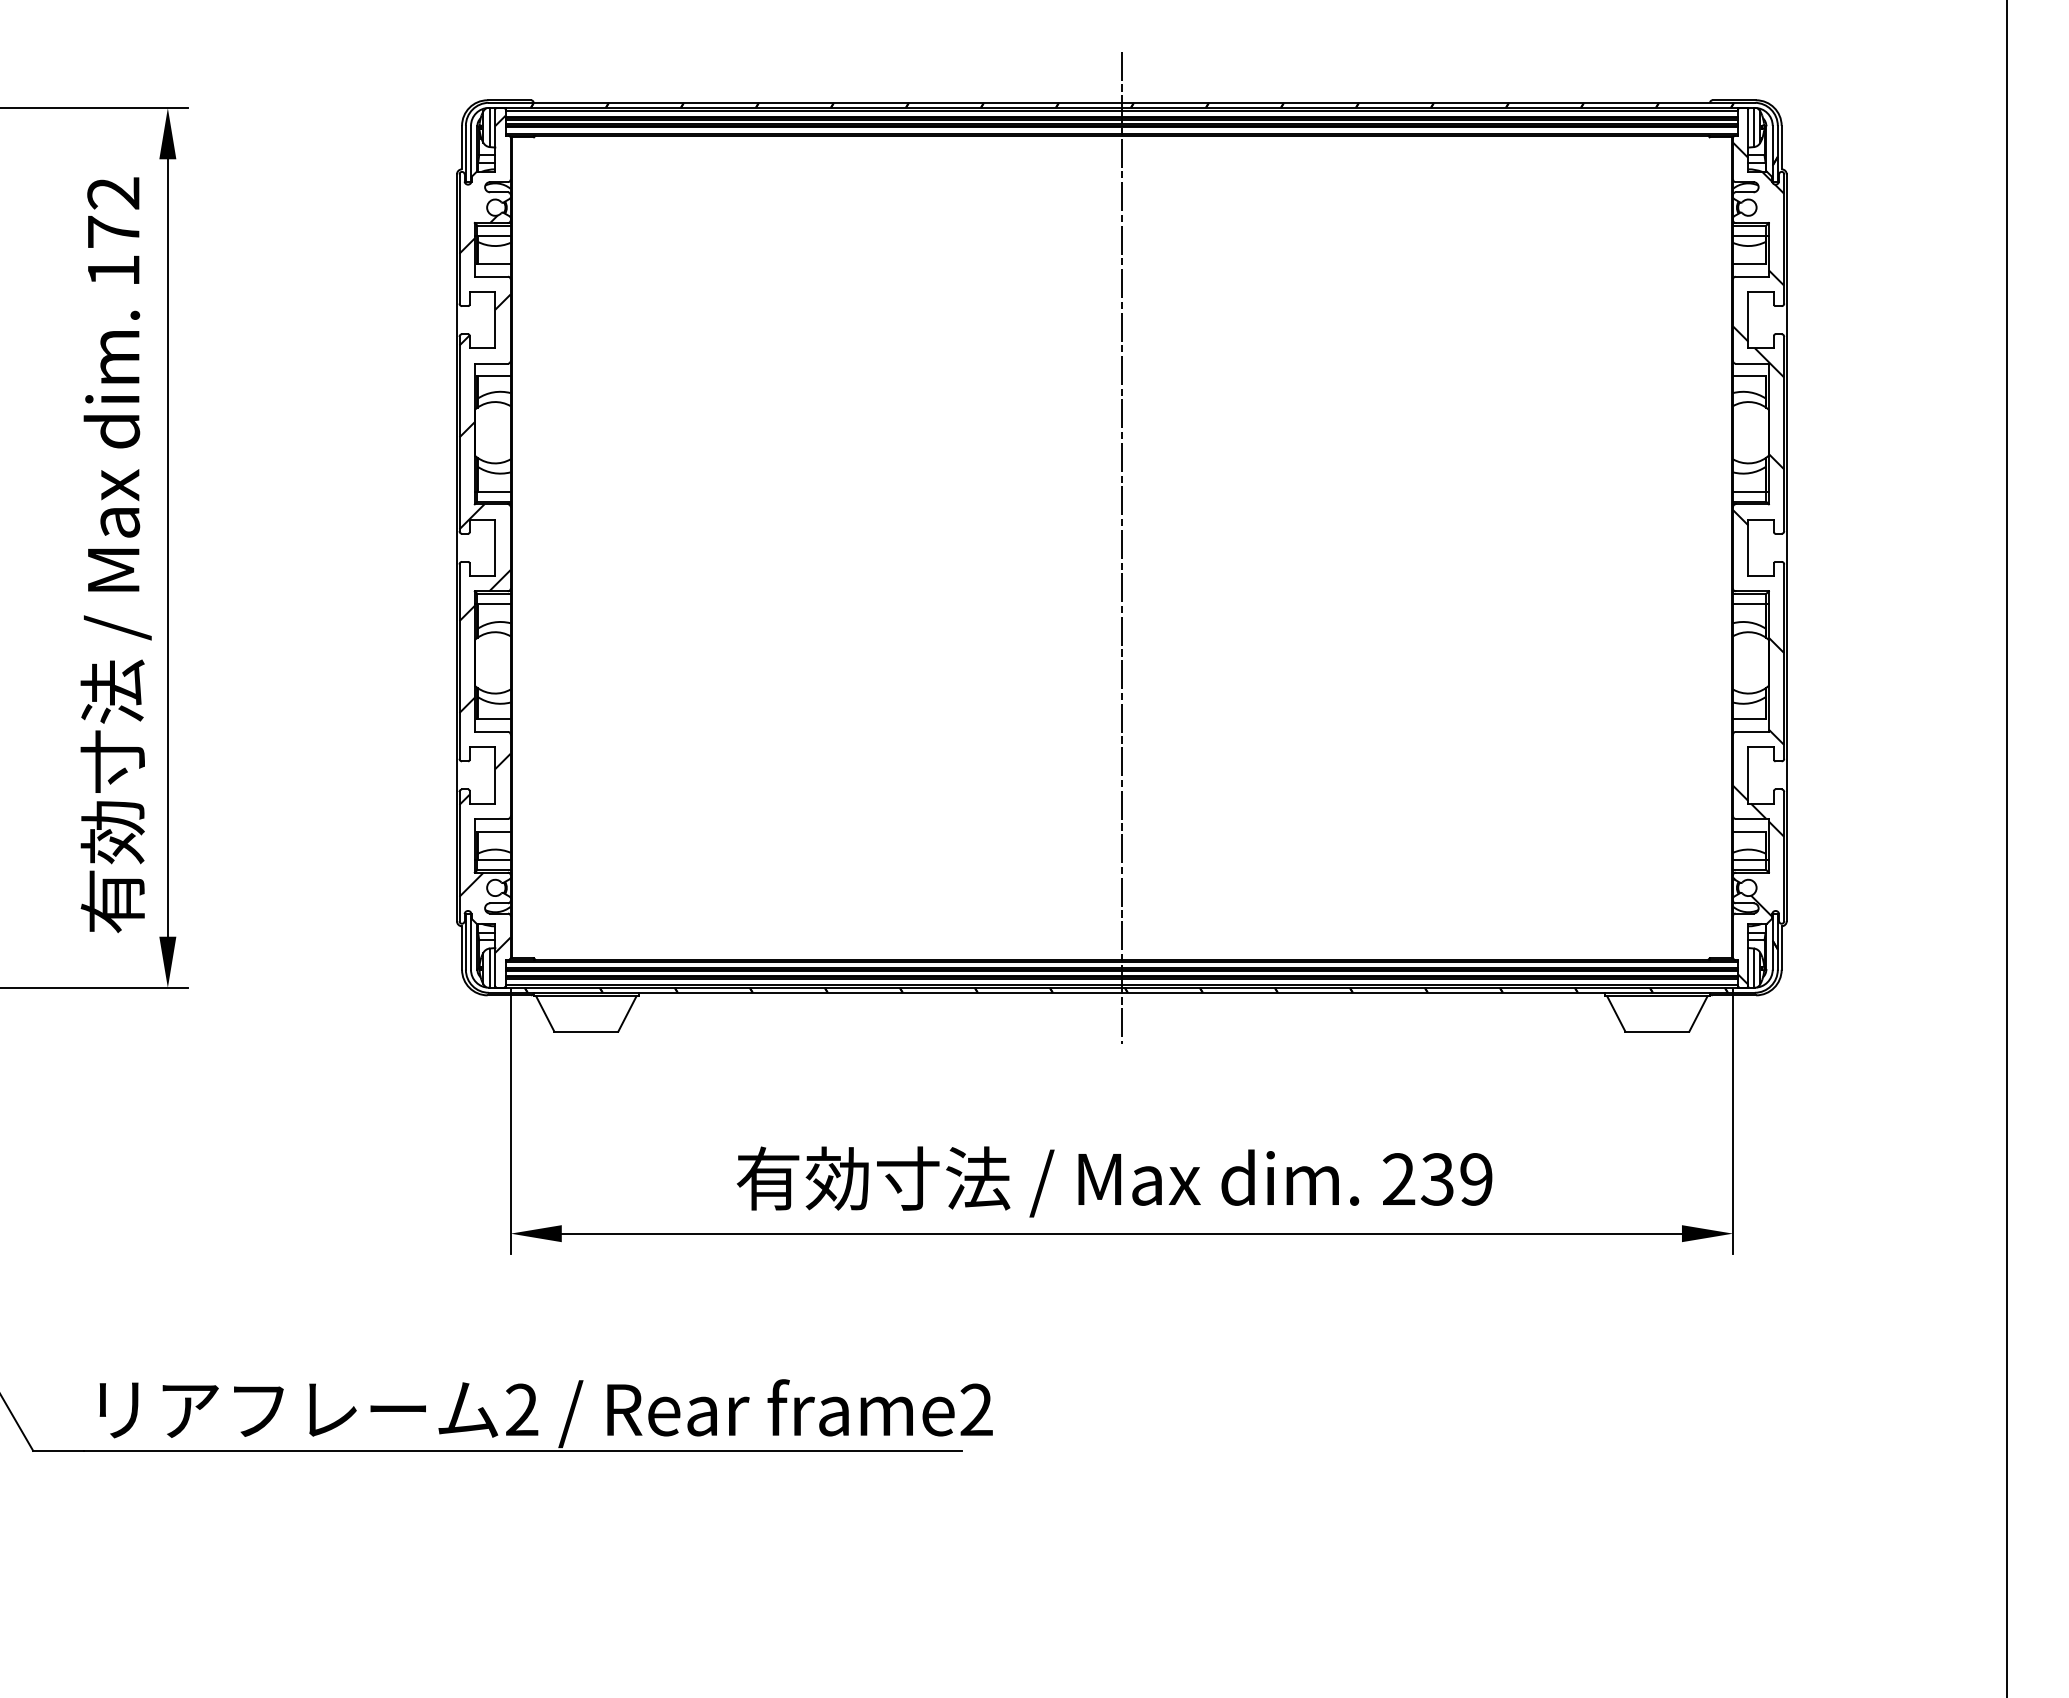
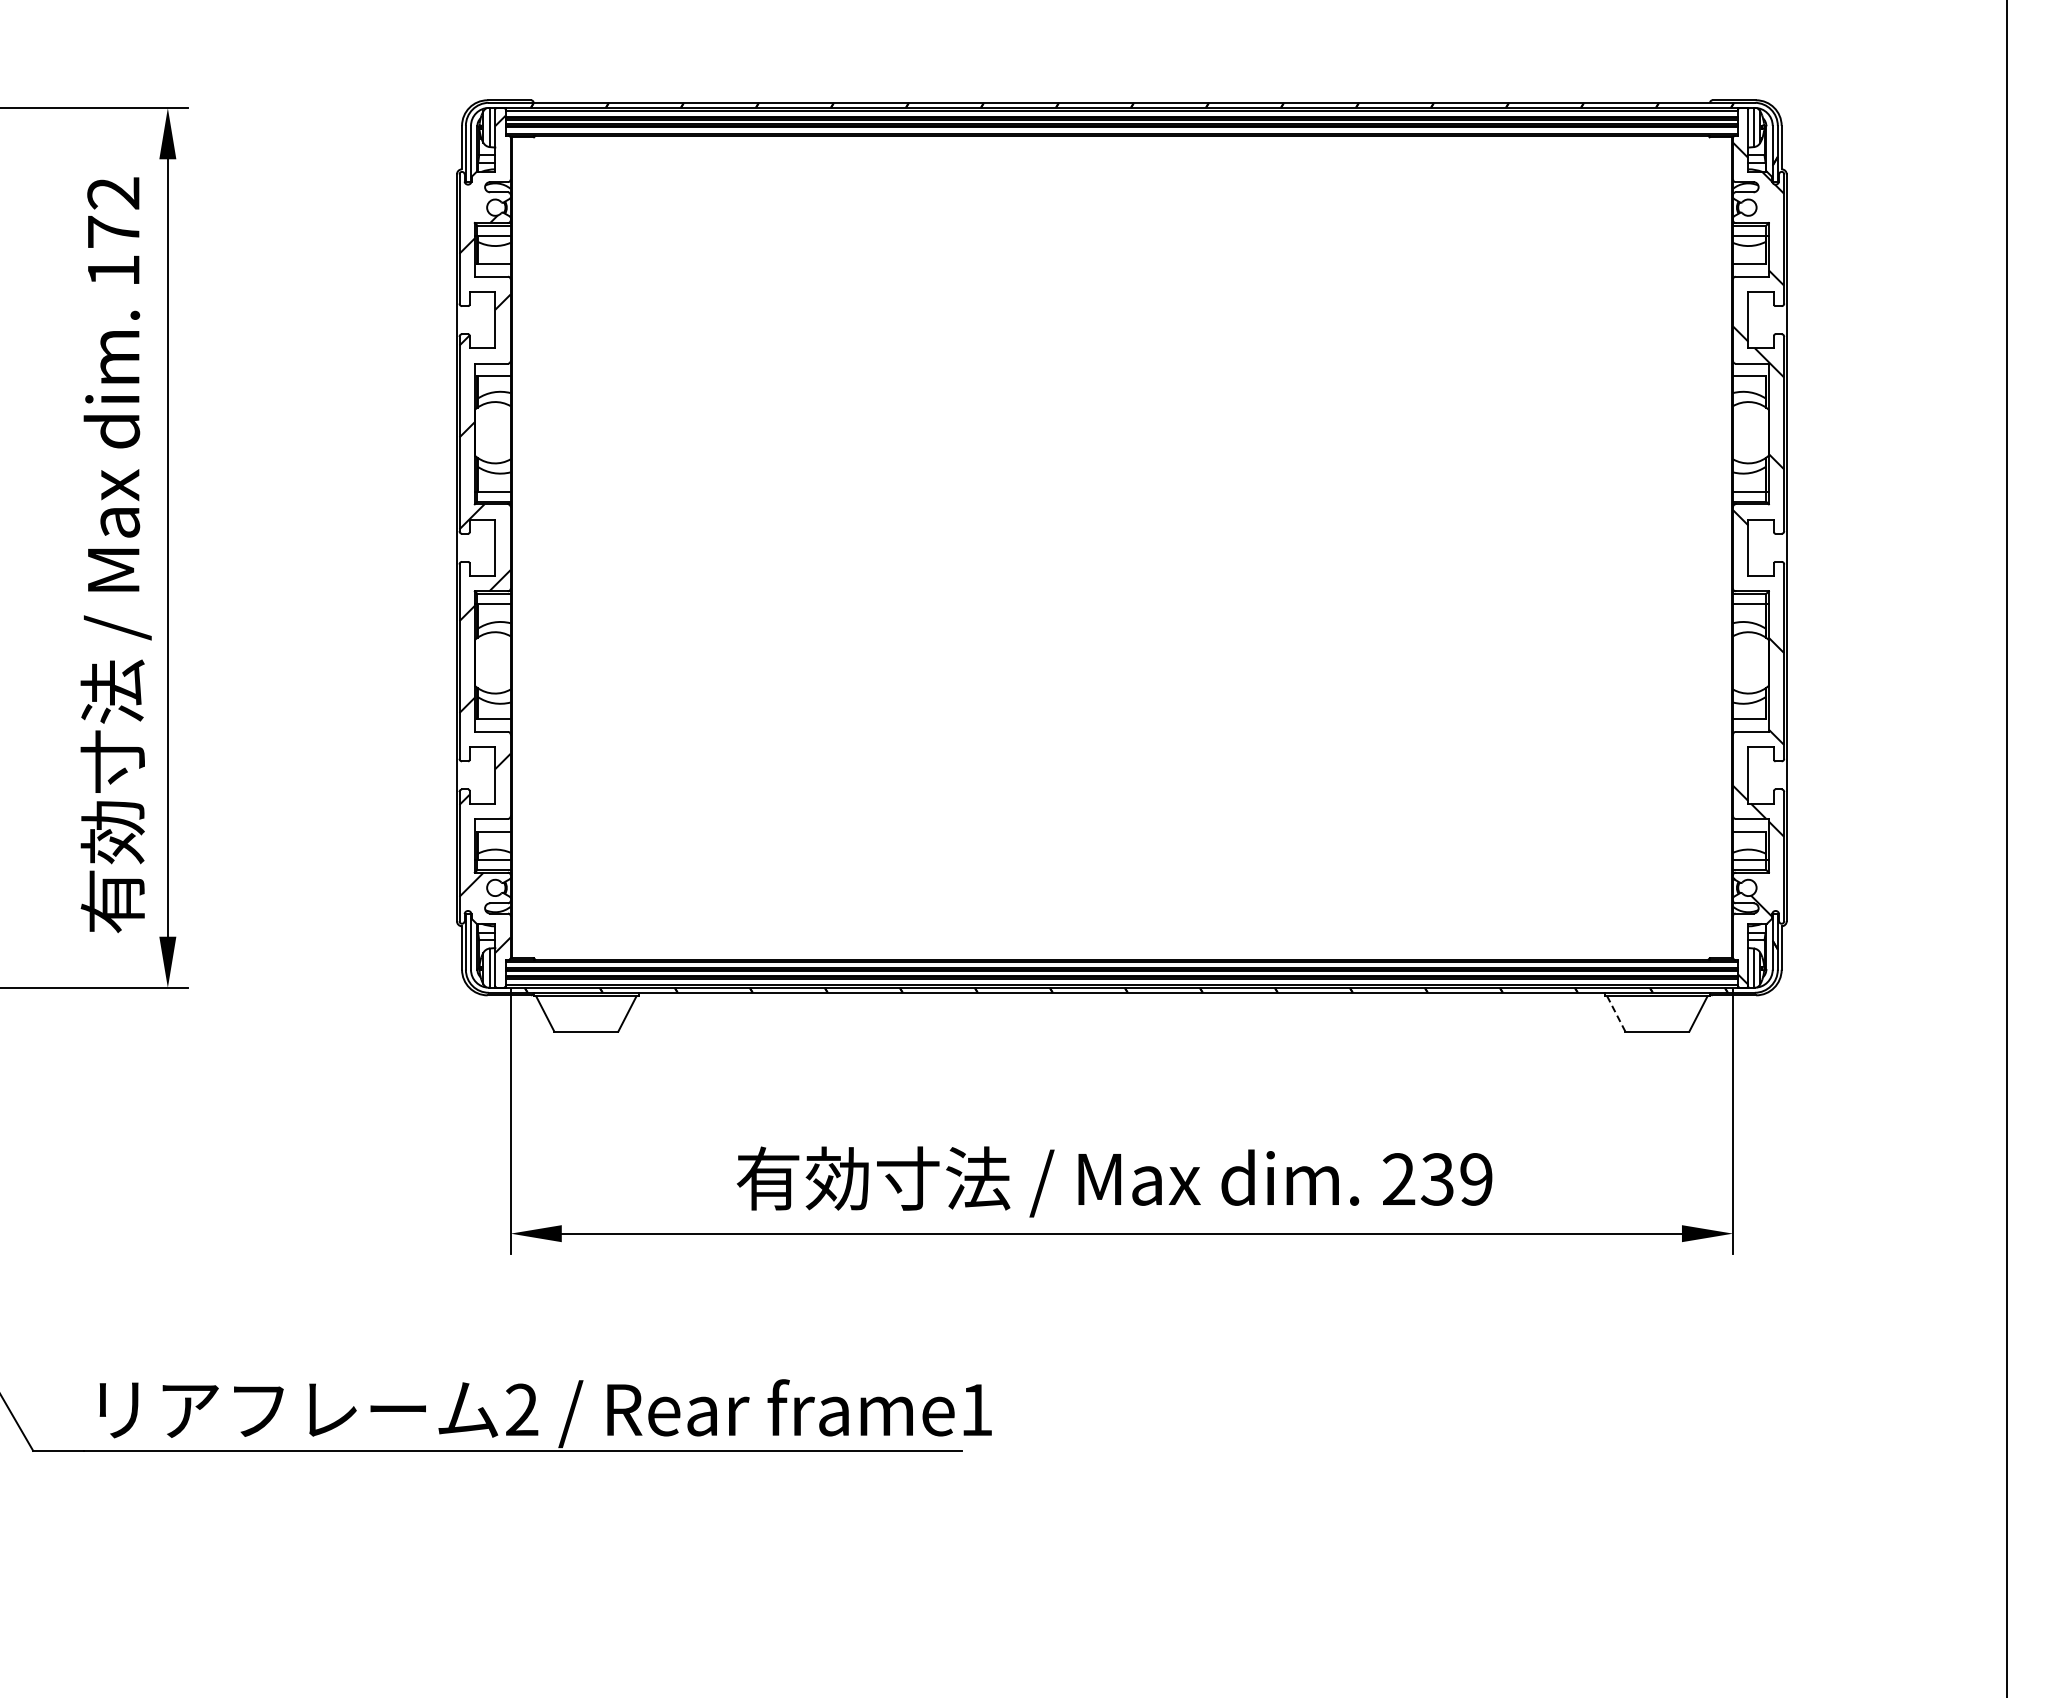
line at (1121, 547): present -> none
line at (1616, 1014): solid -> dashed
text at (976, 1409): frame2 -> frame1
